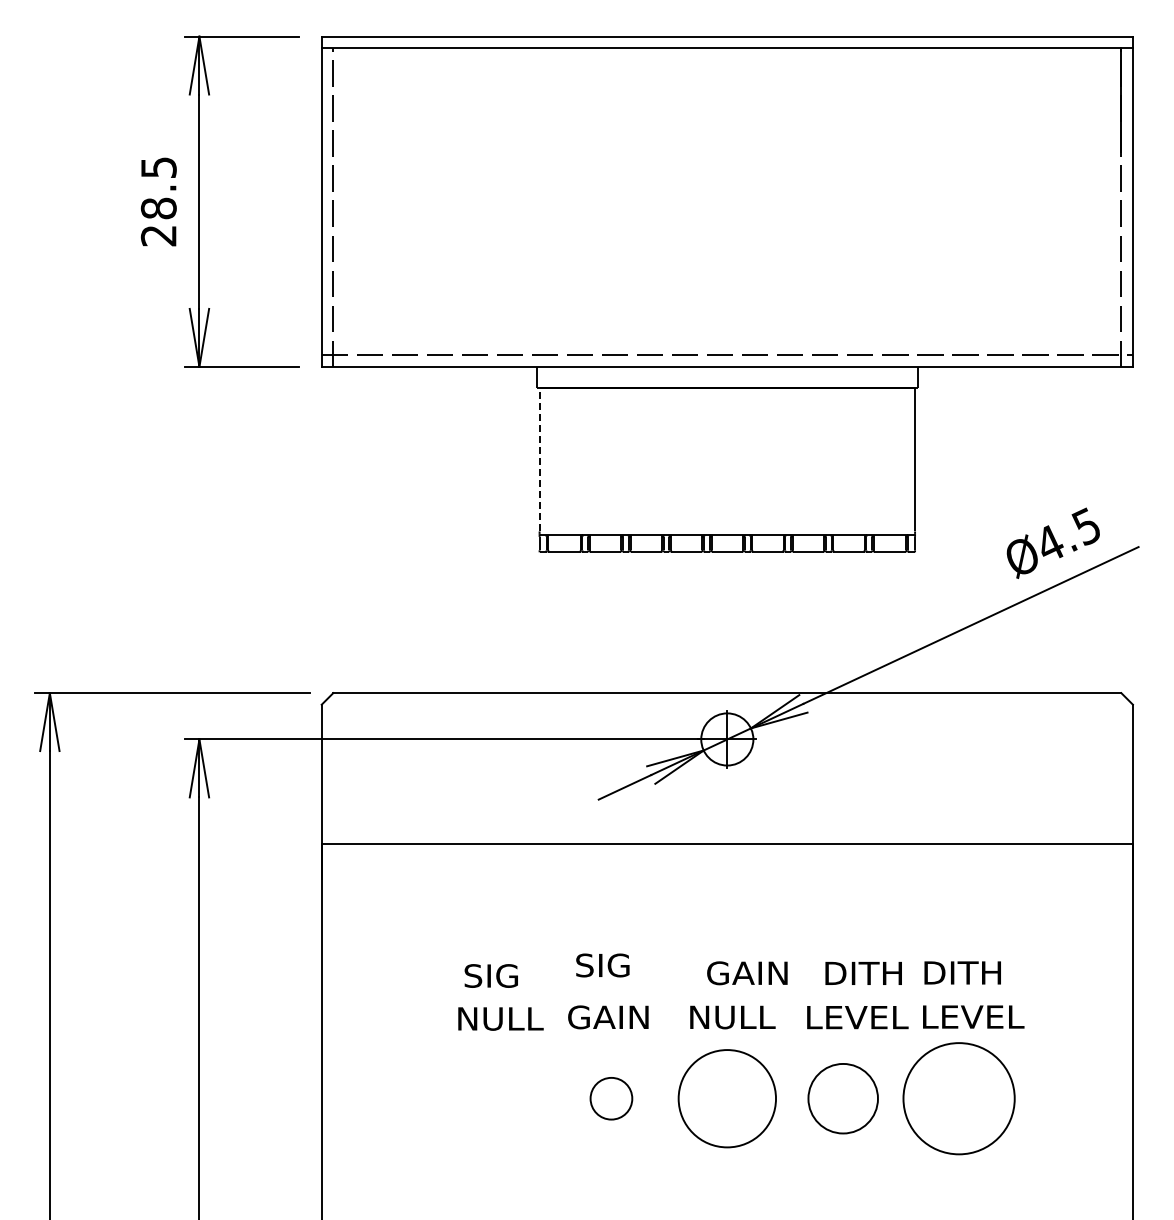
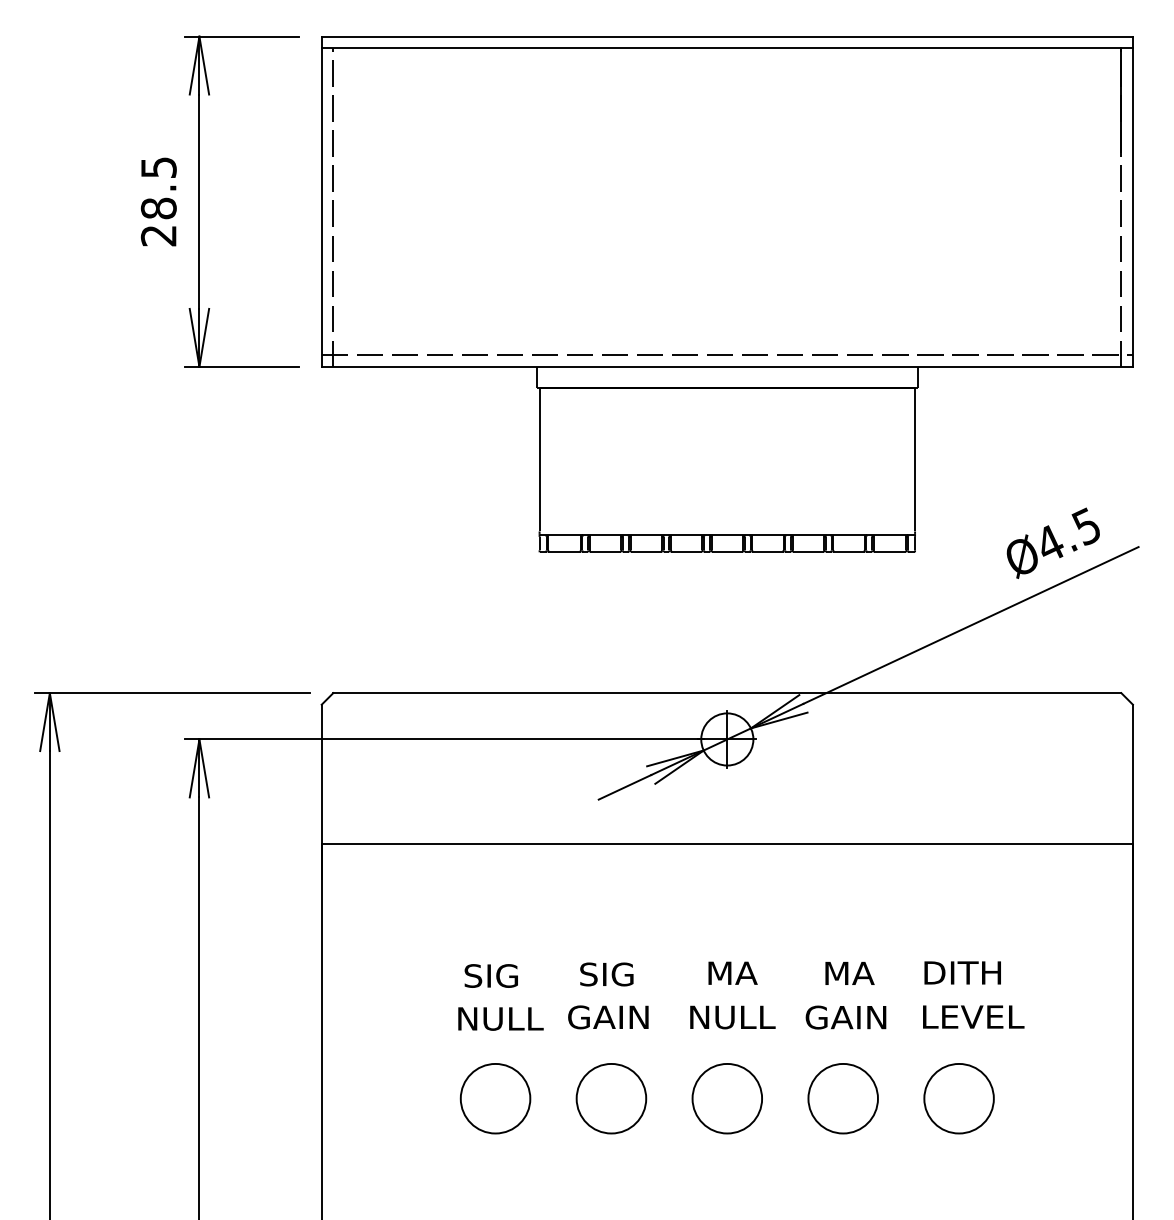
line at (539, 459): dashed -> solid
text at (602, 965) position: (602, 965) -> (606, 974)
text at (864, 972): DITH -> MA
text at (747, 973): GAIN -> MA
text at (856, 1017): LEVEL -> GAIN
circle at (495, 1098): none -> present
circle at (611, 1098) diameter: 42 px -> 70 px
circle at (727, 1098) diameter: 97 px -> 70 px
circle at (958, 1098) diameter: 111 px -> 70 px
